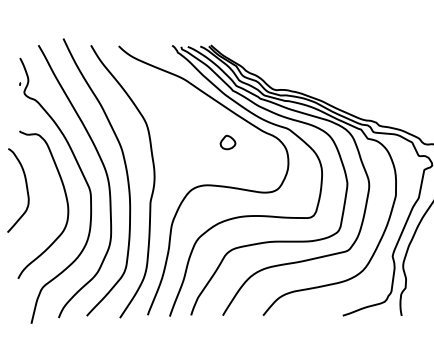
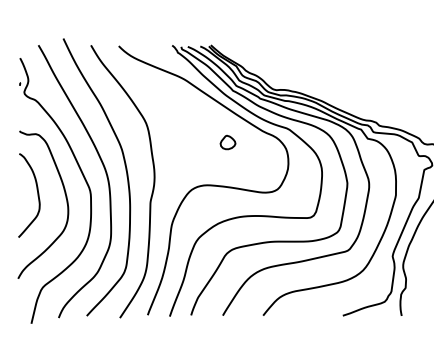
curve at (26, 190) position: (26, 190) -> (37, 195)
